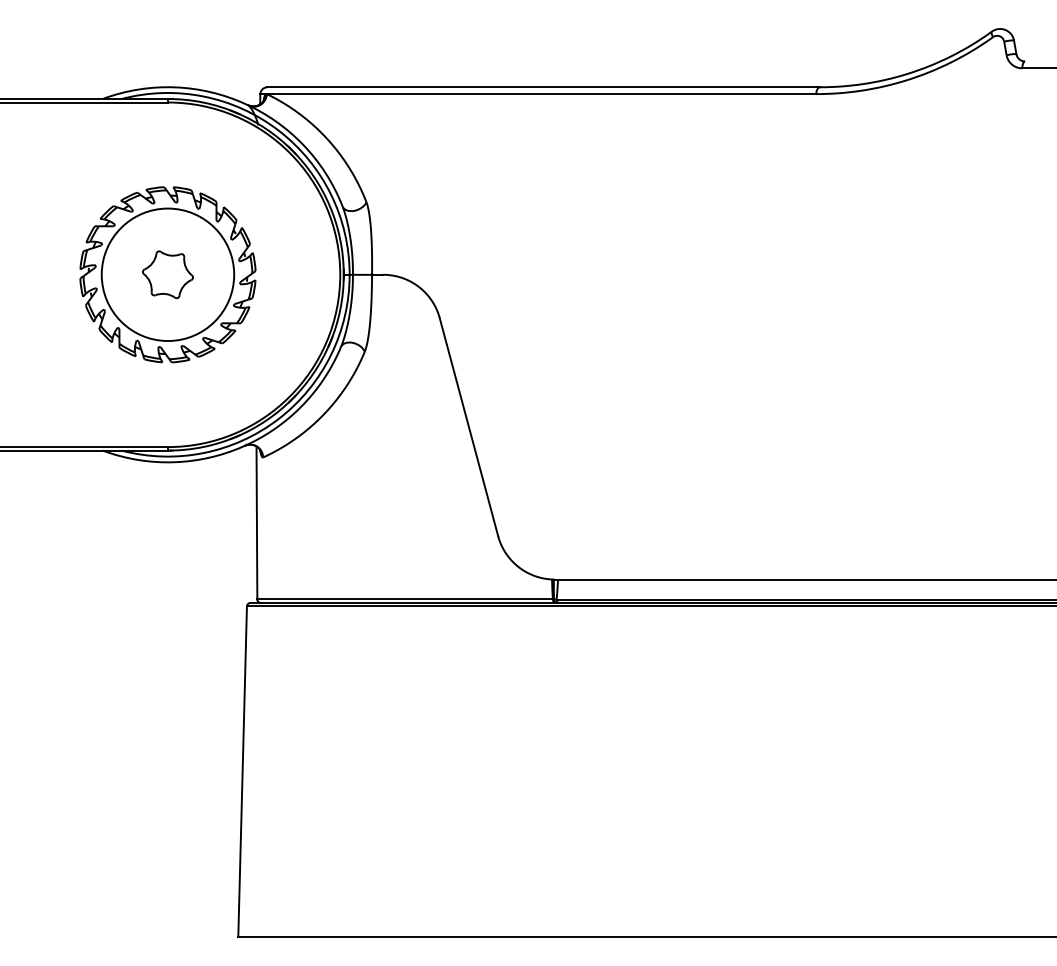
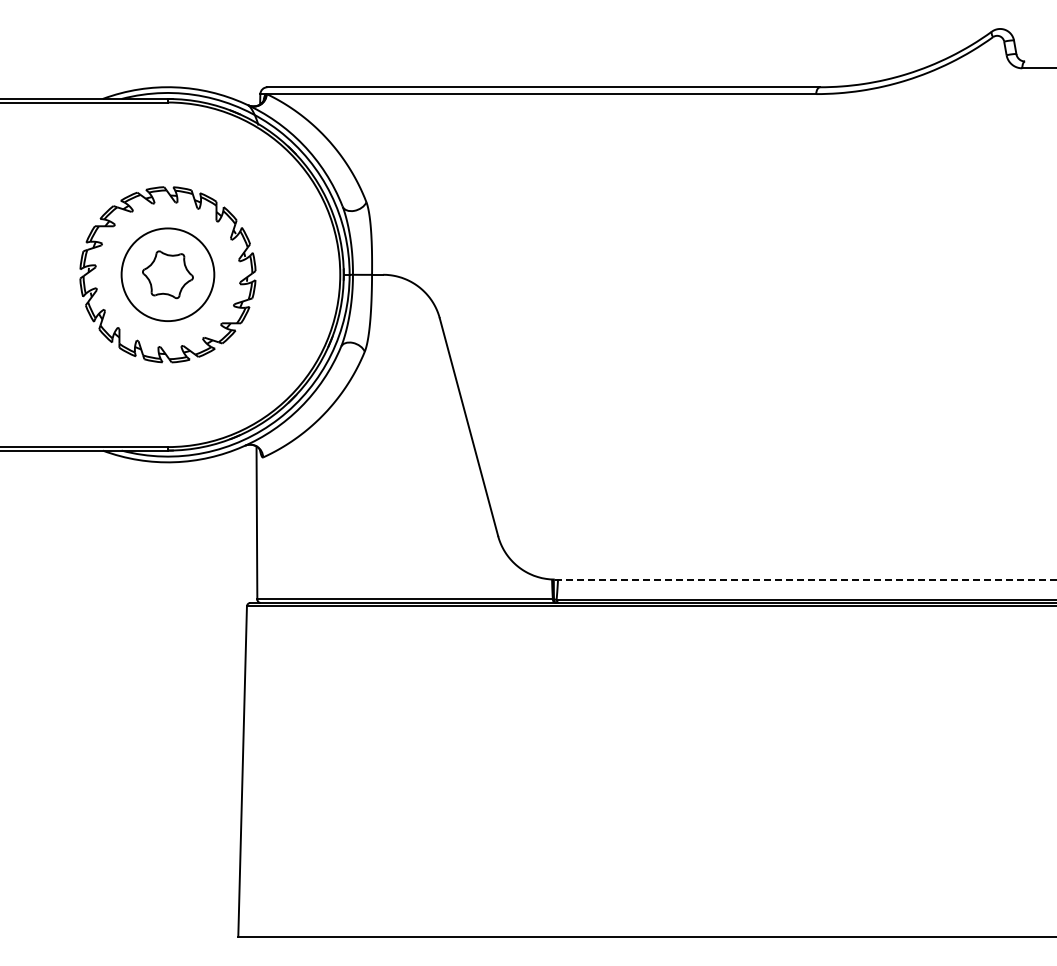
circle at (167, 274) diameter: 132 px -> 93 px
line at (805, 579): solid -> dashed
